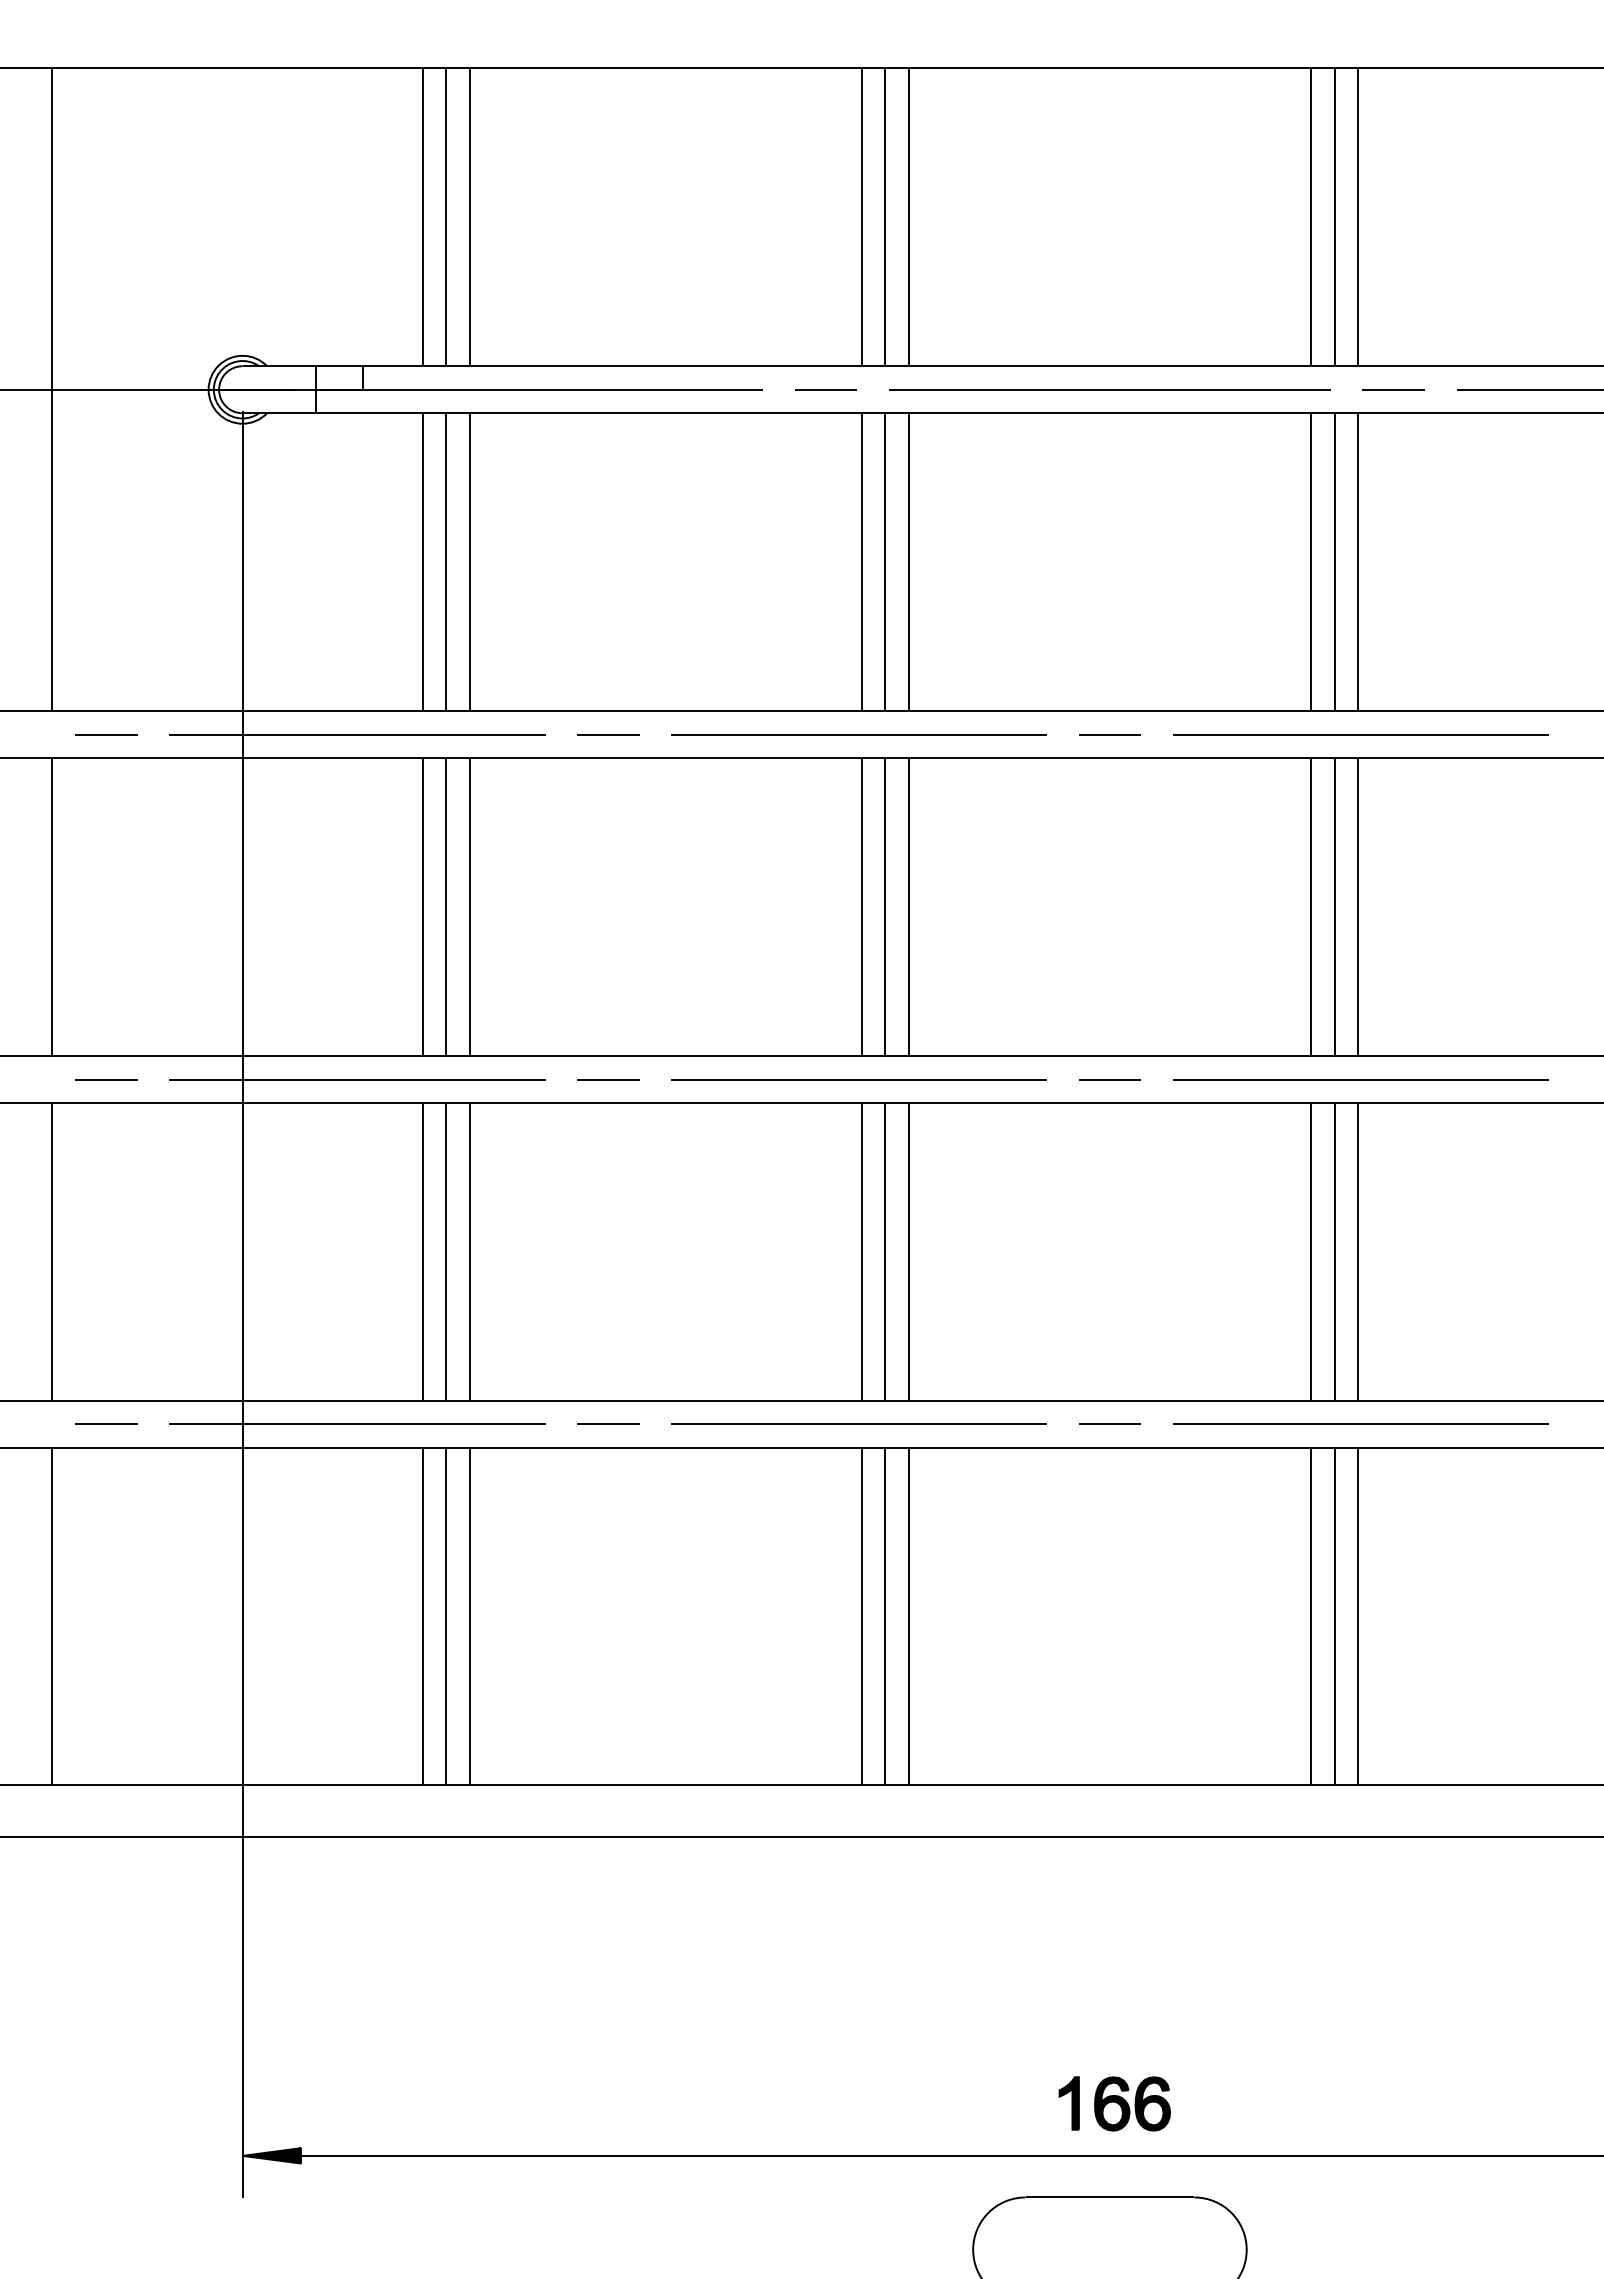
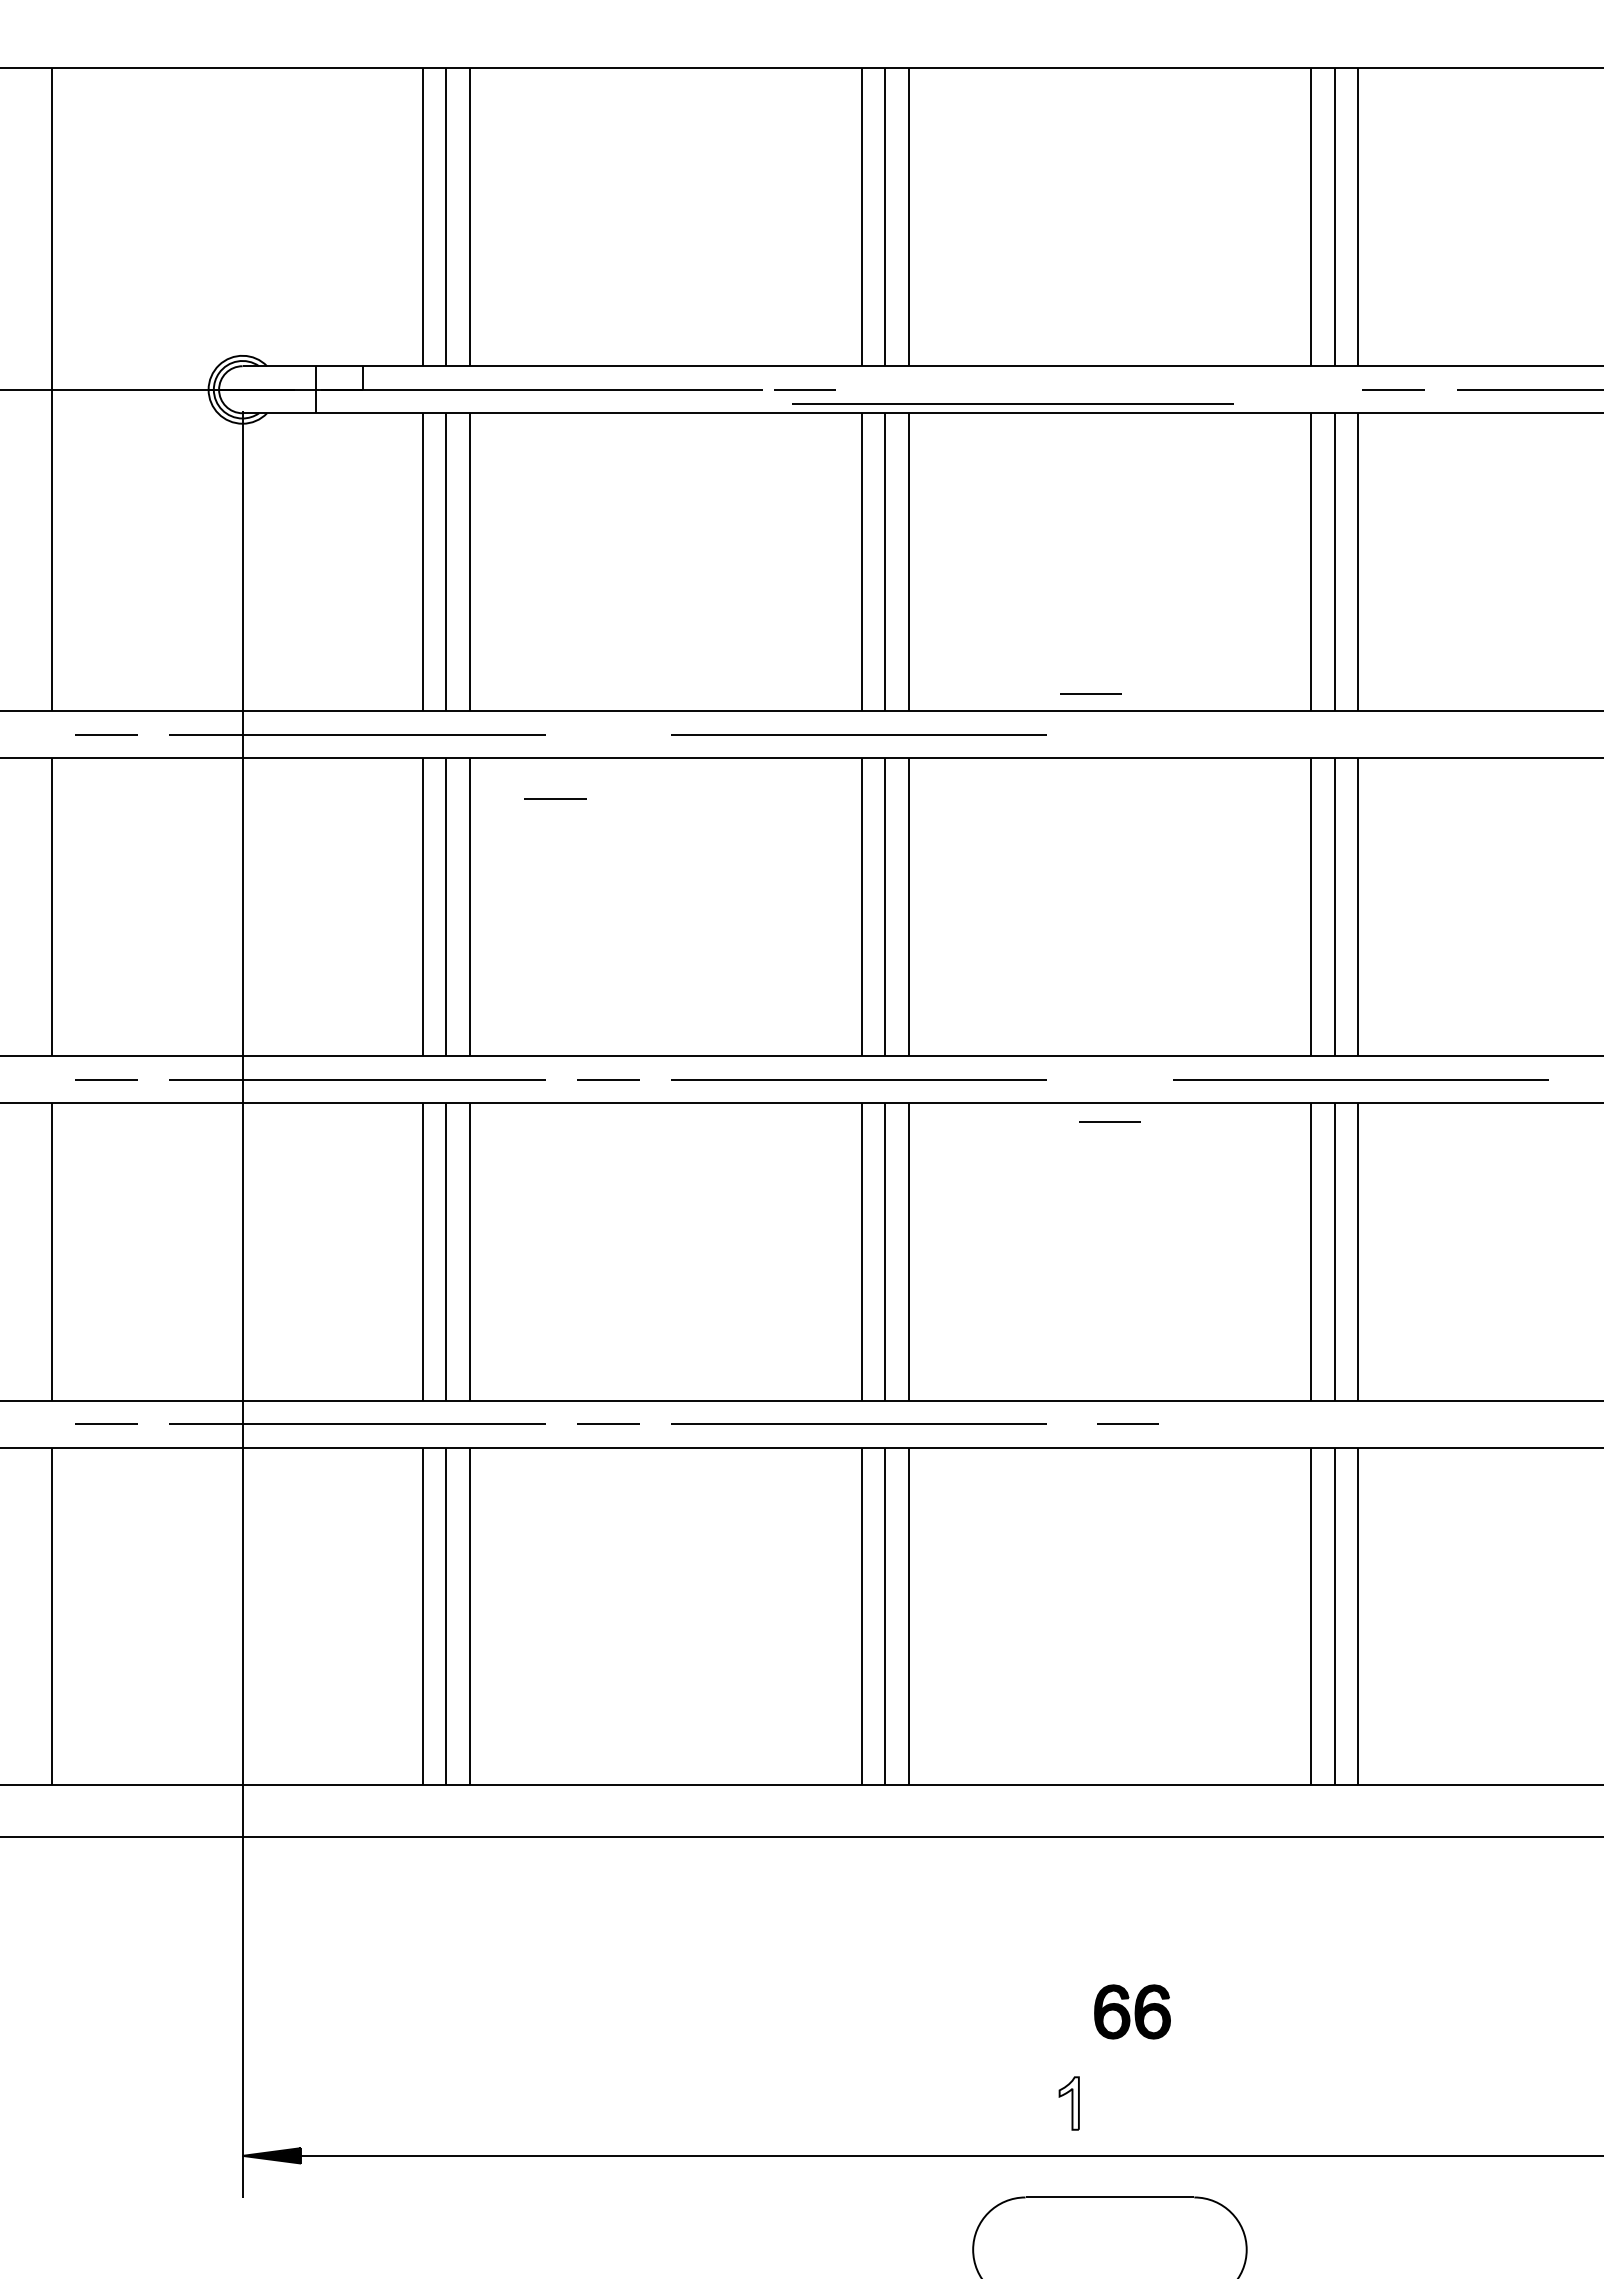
line at (825, 389) position: (825, 389) -> (804, 389)
line at (1109, 389) position: (1109, 389) -> (1012, 403)
line at (608, 734) position: (608, 734) -> (555, 798)
line at (1109, 734) position: (1109, 734) -> (1090, 693)
line at (1360, 734): present -> none
line at (1109, 1079) position: (1109, 1079) -> (1109, 1121)
line at (1109, 1423) position: (1109, 1423) -> (1127, 1423)
line at (1360, 1423): present -> none
fill at (1068, 2103): present -> none
part at (1132, 2103) position: (1132, 2103) -> (1132, 2011)
